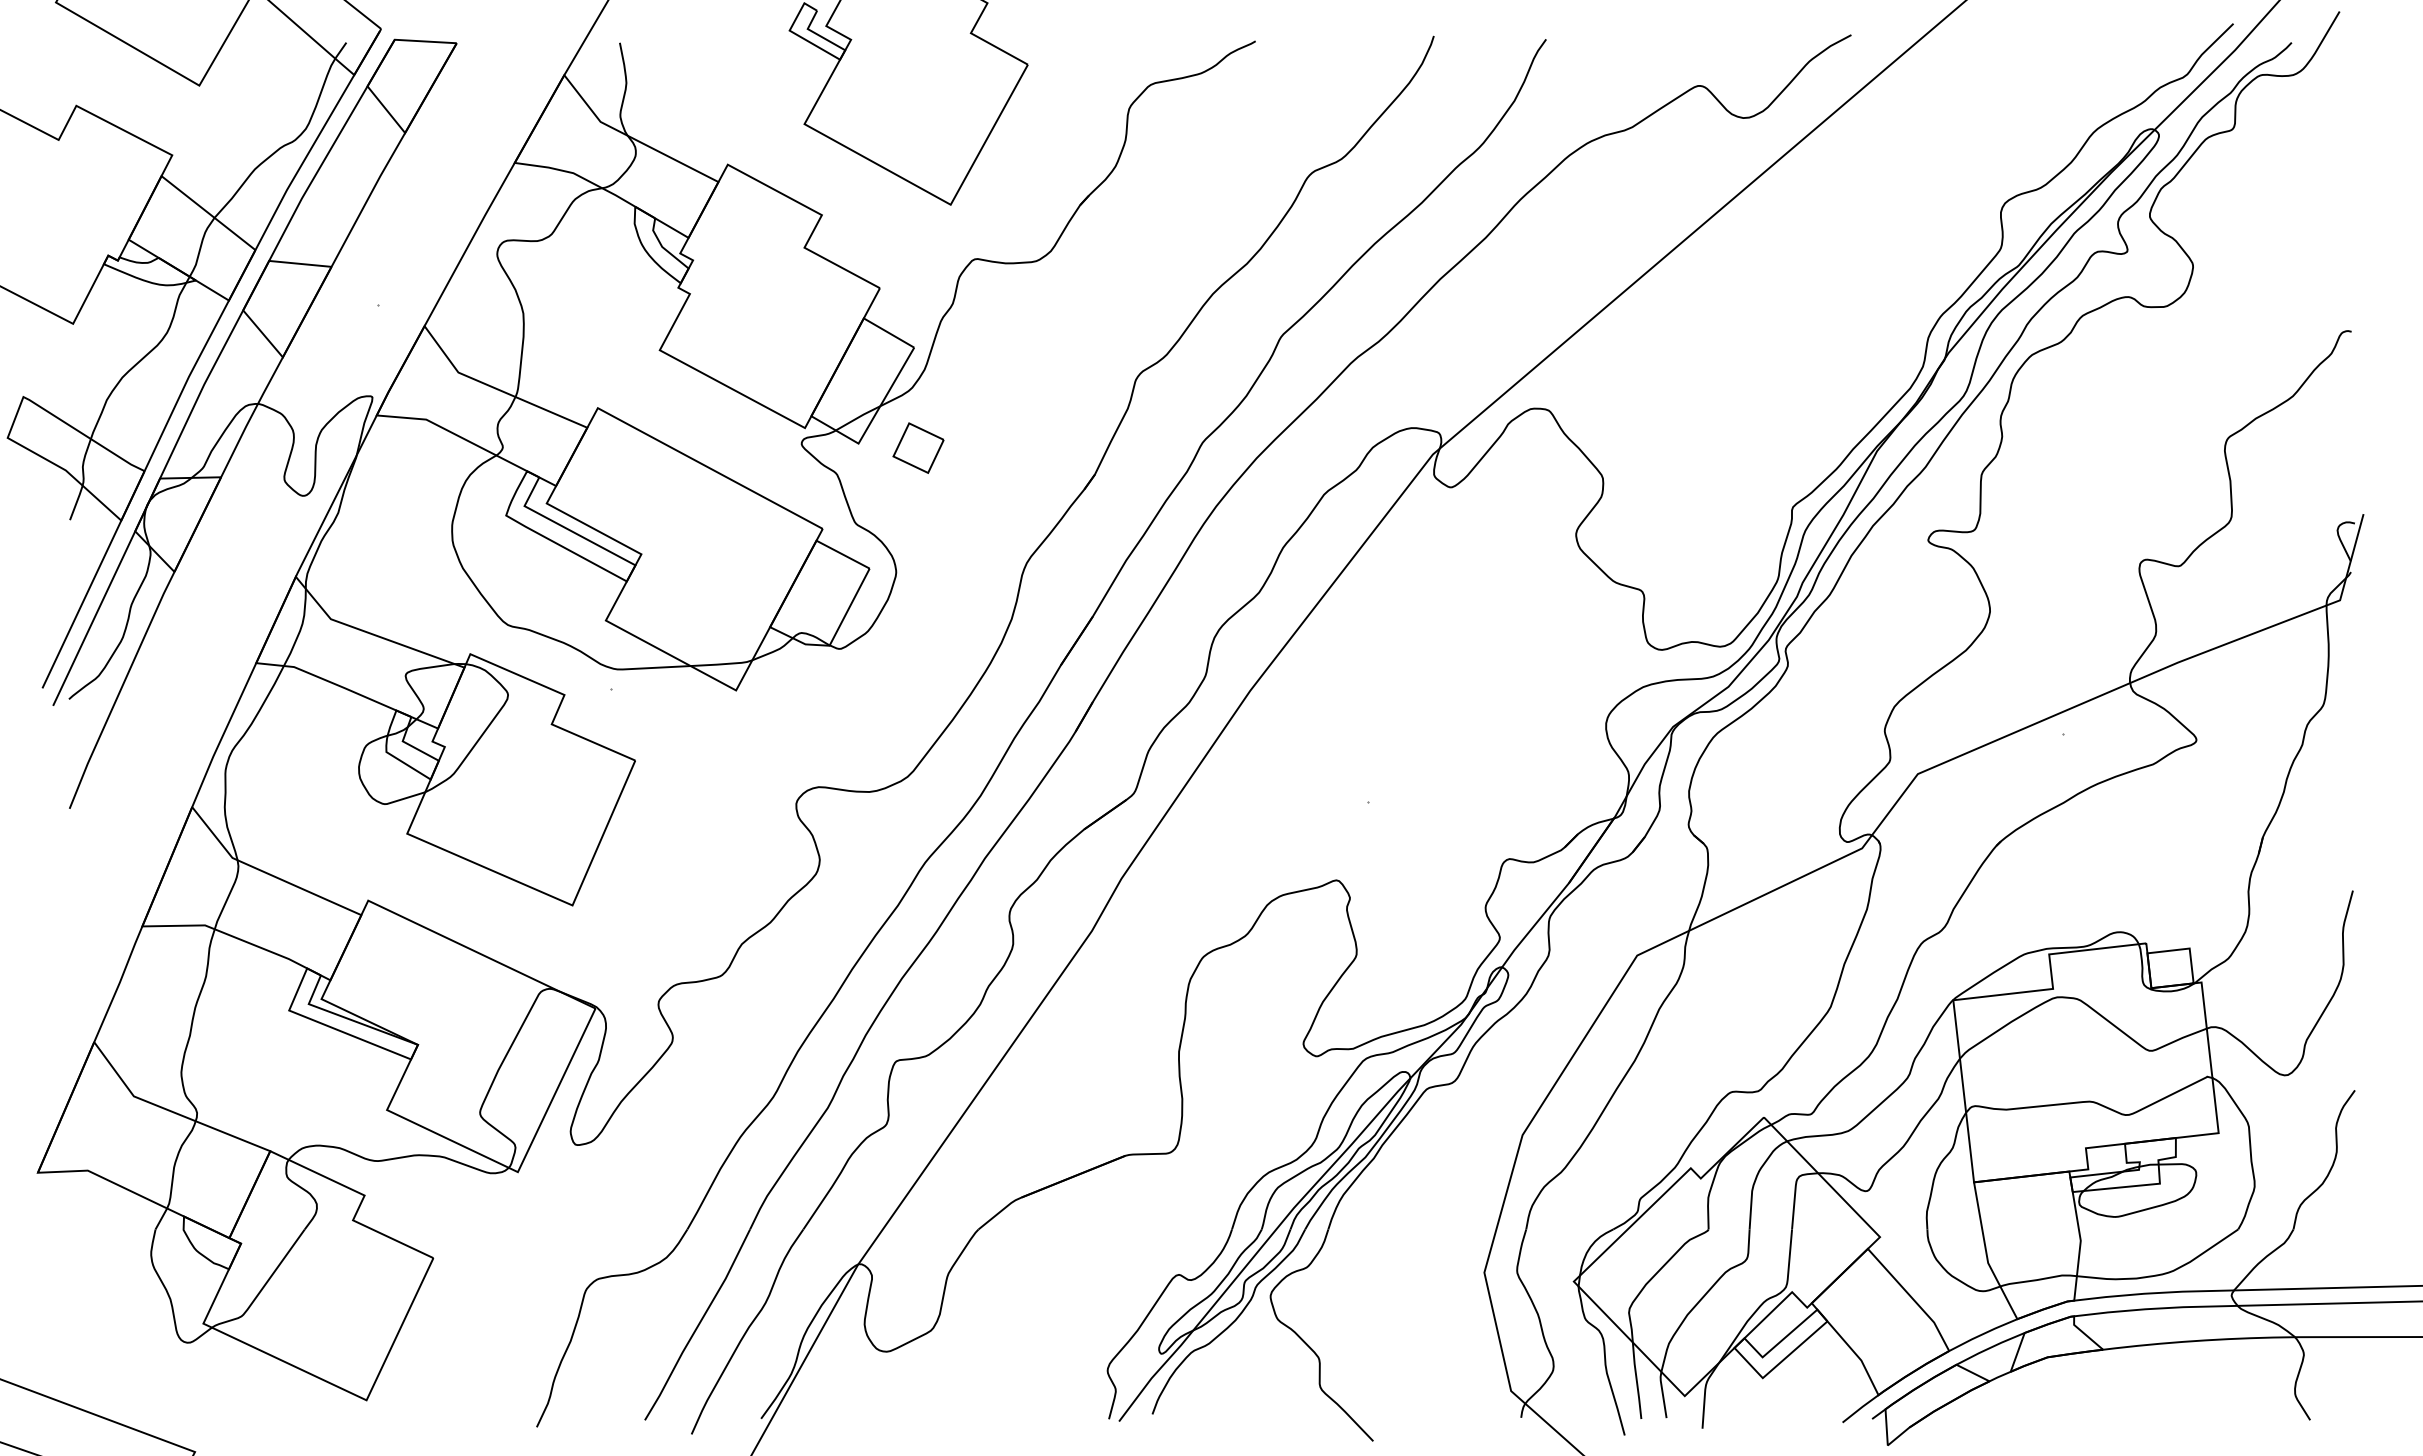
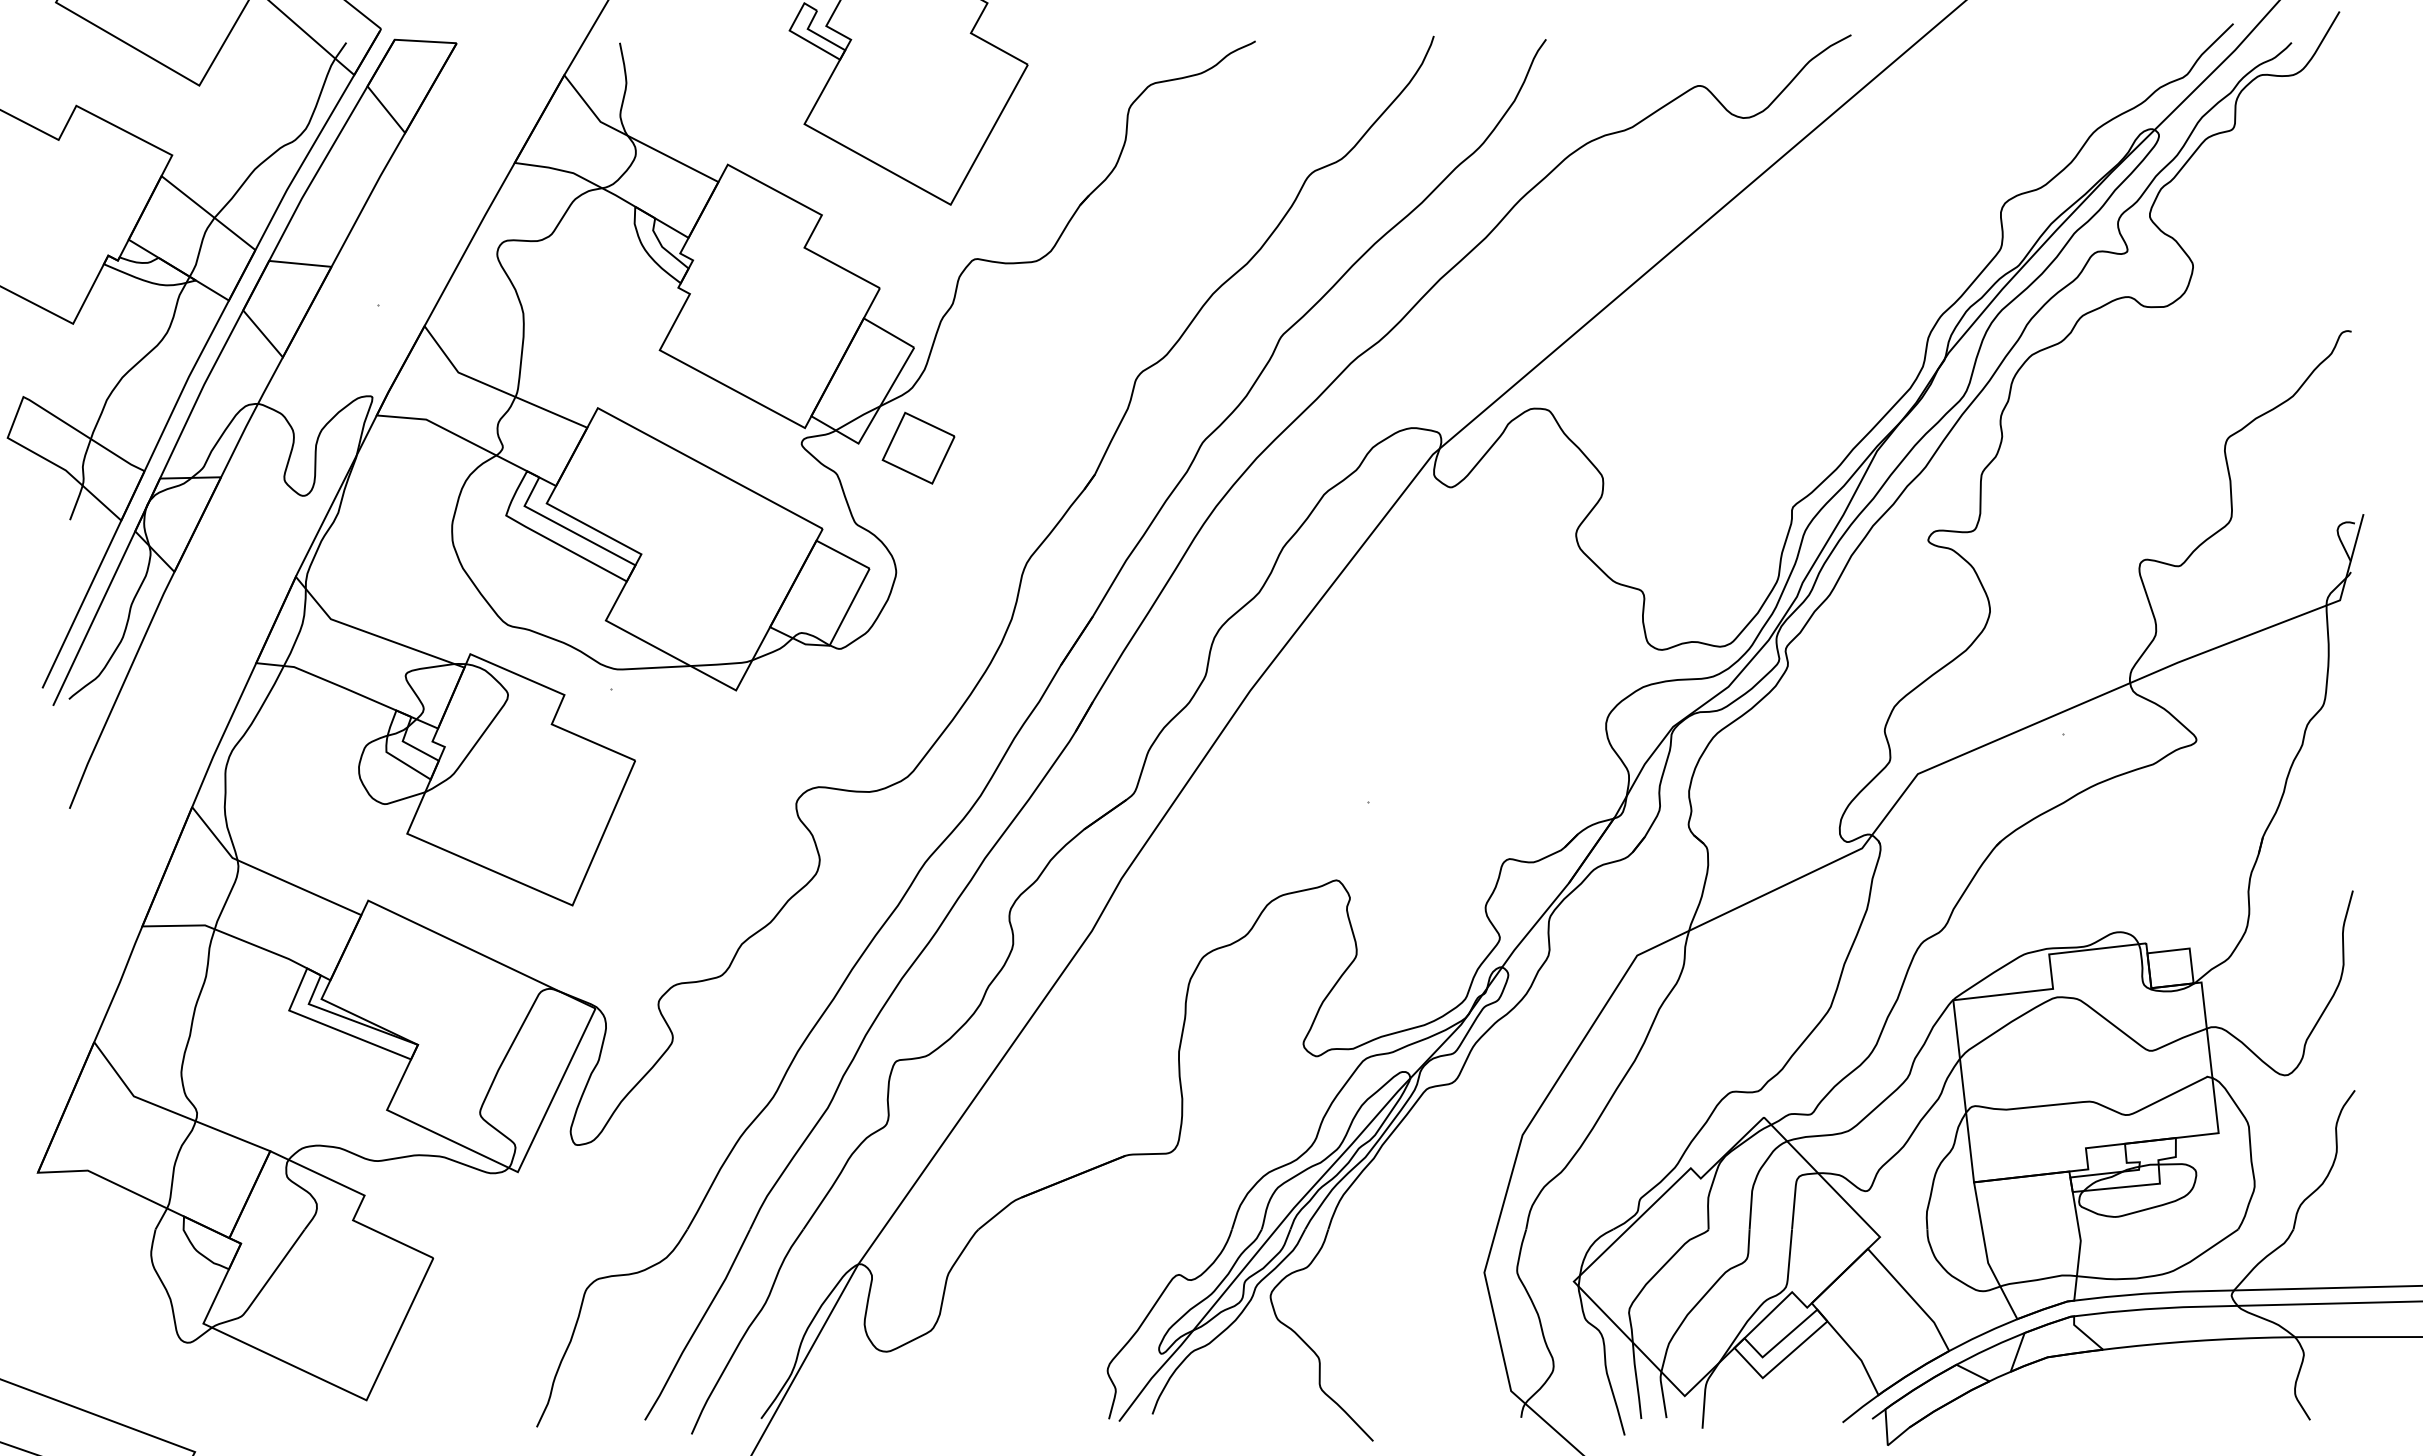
part at (918, 447) size: 53x52 px -> 75x74 px
